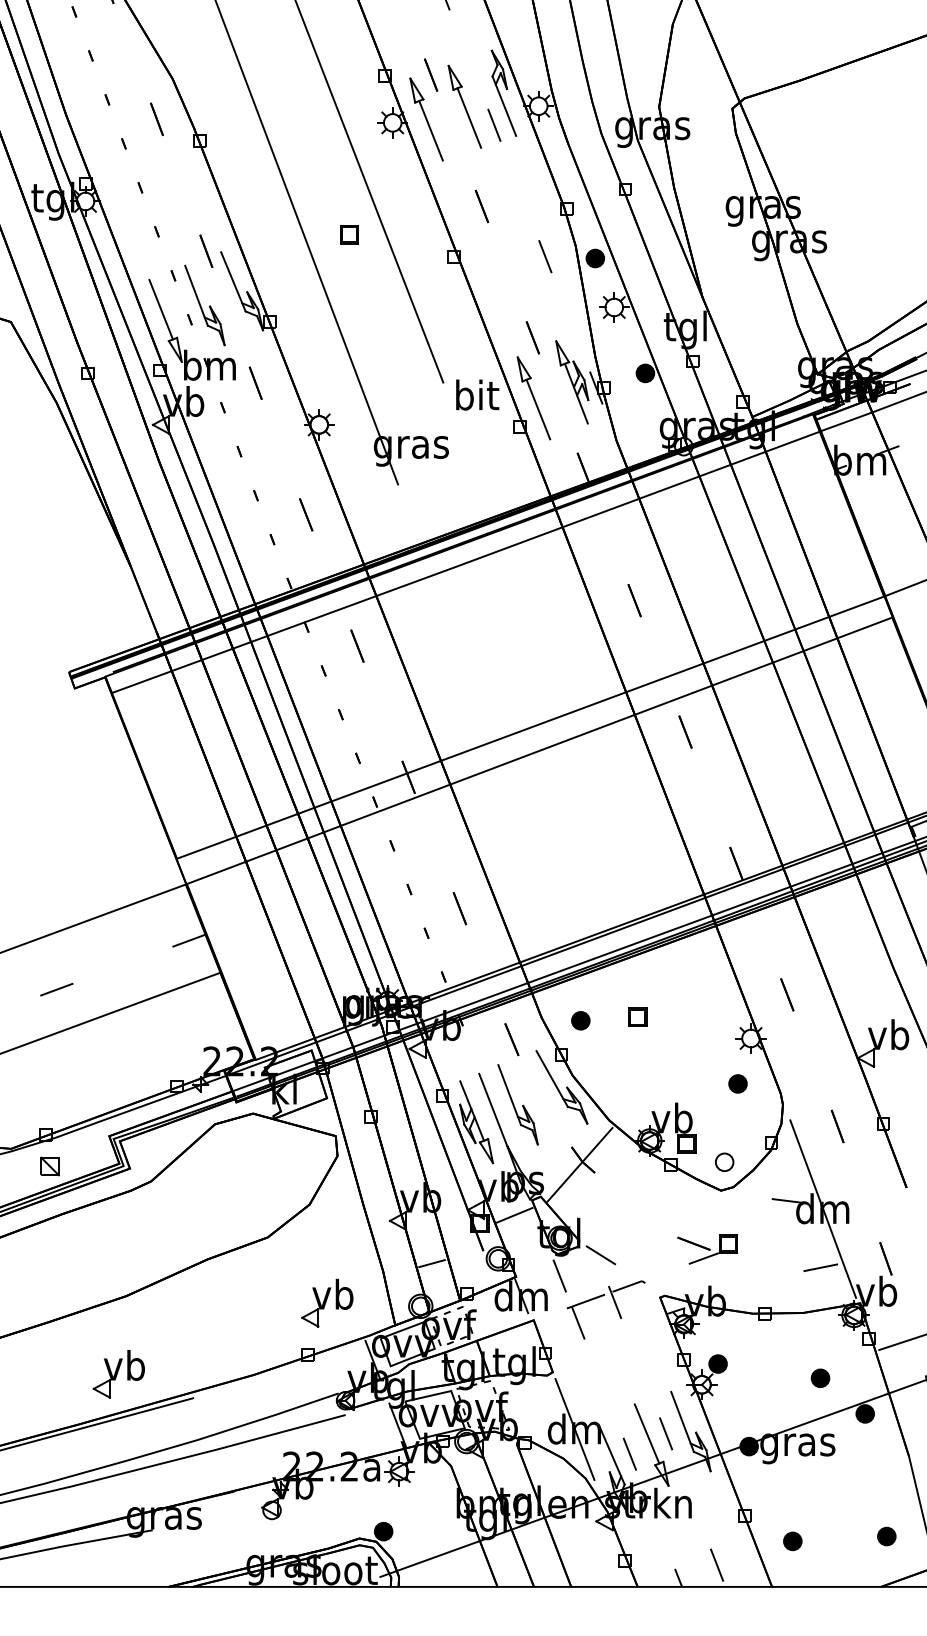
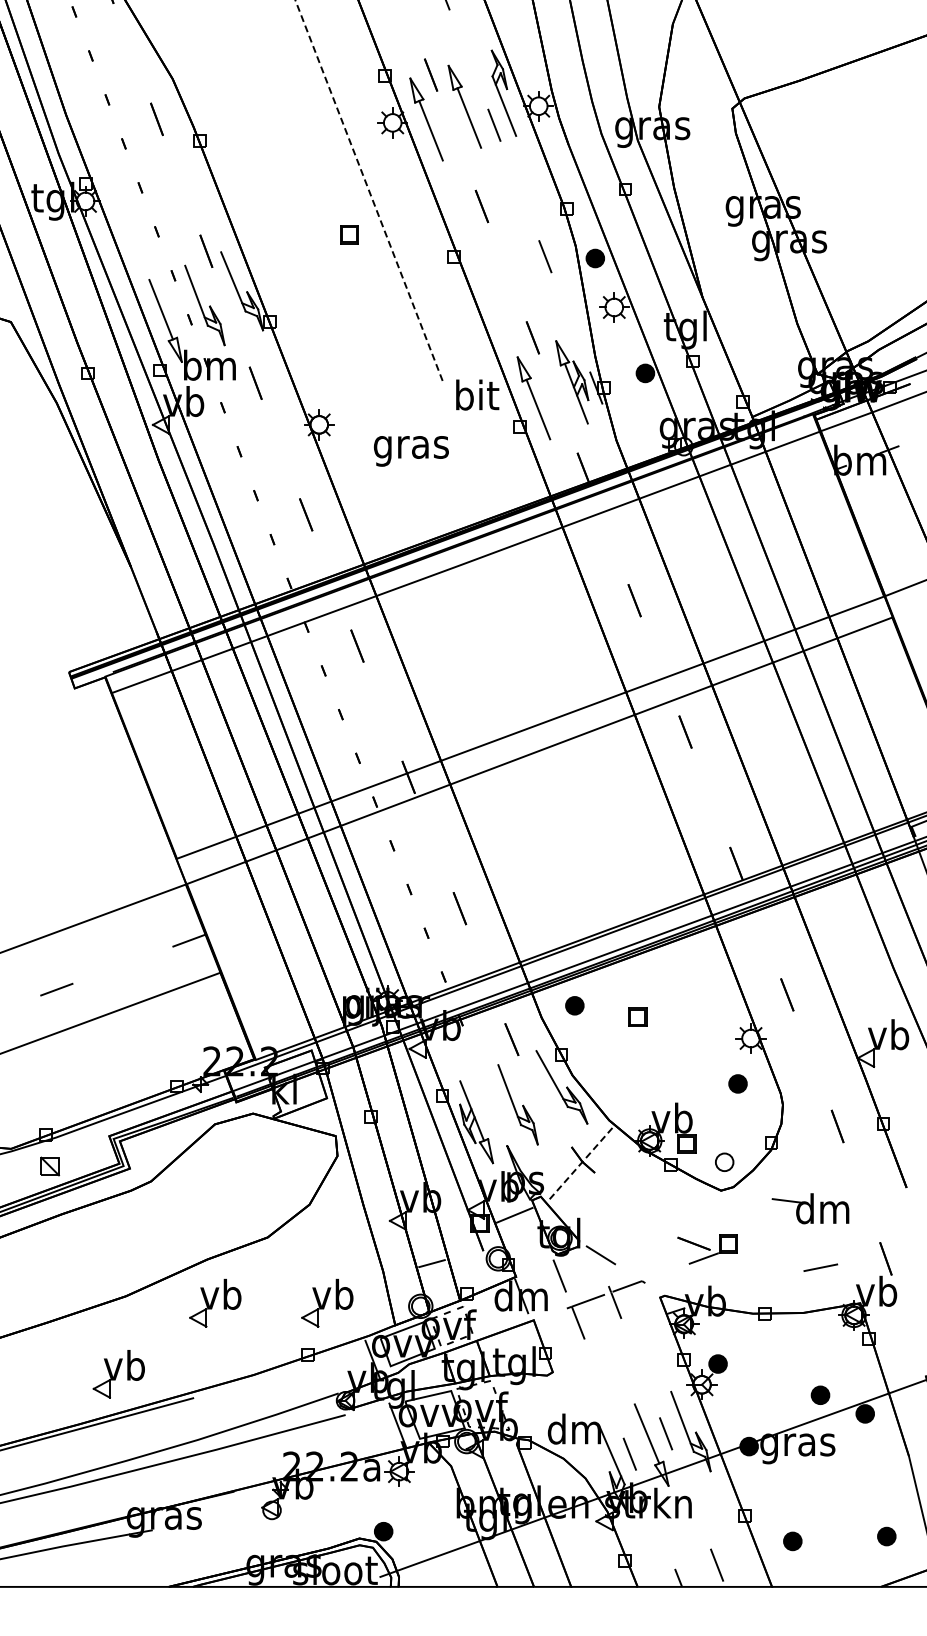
line at (369, 191): solid -> dashed
line at (307, 243): present -> none
part at (580, 1020) position: (580, 1020) -> (574, 1005)
line at (492, 1109): present -> none
line at (579, 1165): solid -> dashed
line at (823, 1208): present -> none
part at (215, 1302): none -> present
line at (901, 1342): present -> none
part at (820, 1377) position: (820, 1377) -> (820, 1394)
line at (574, 1429): present -> none
